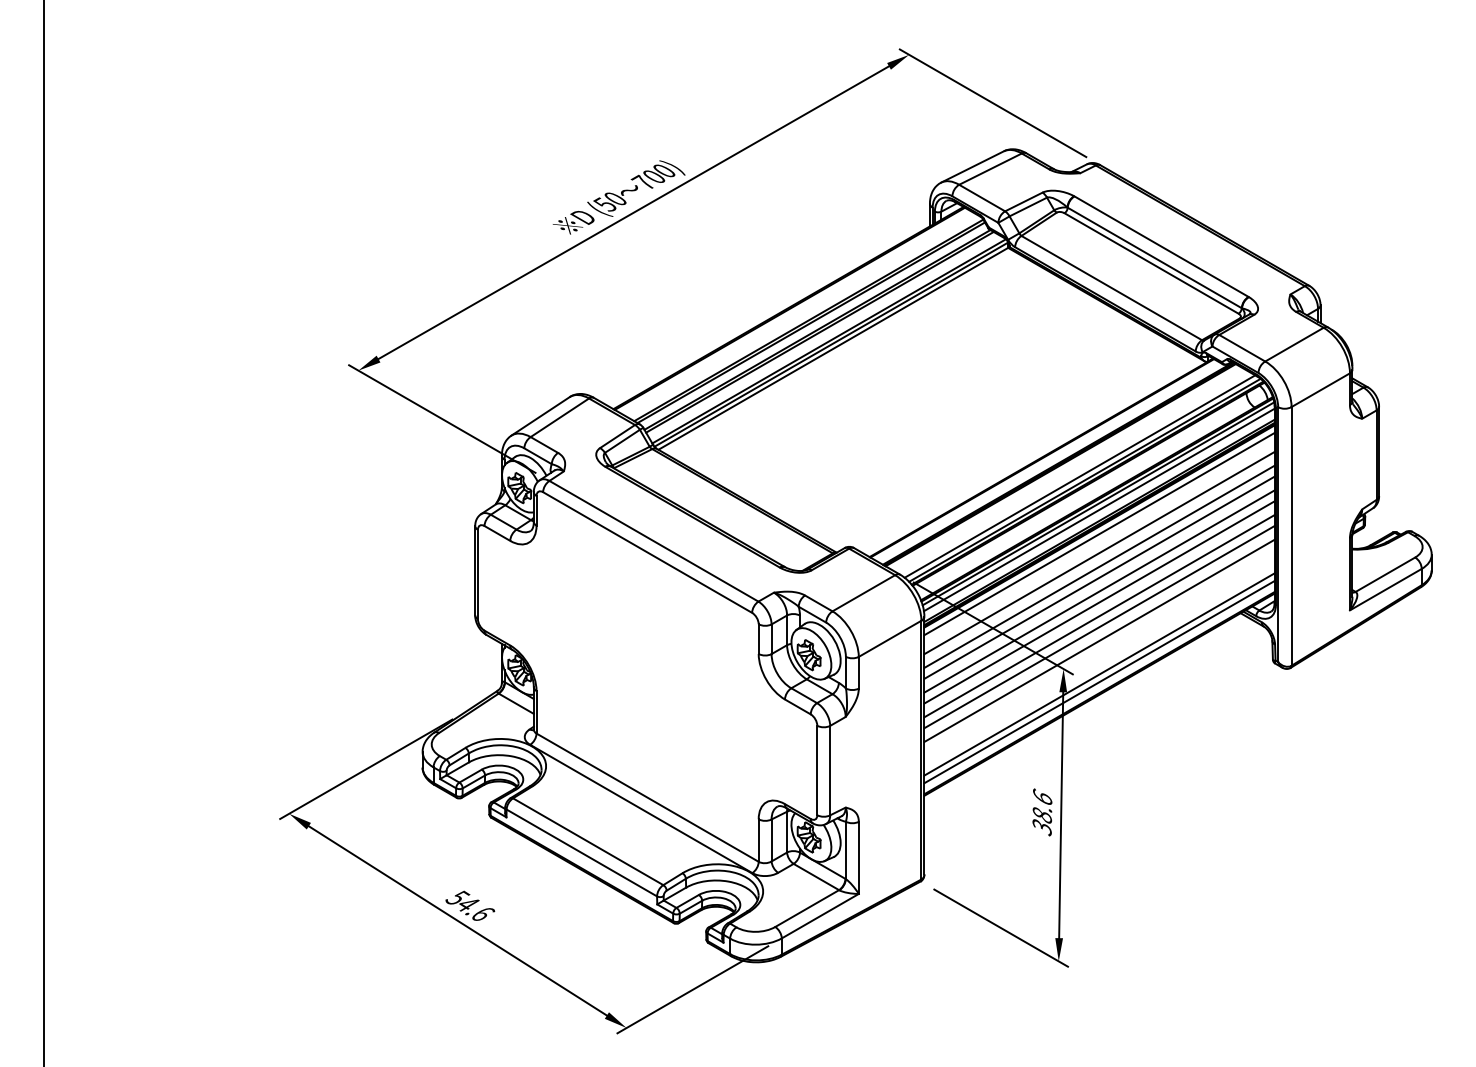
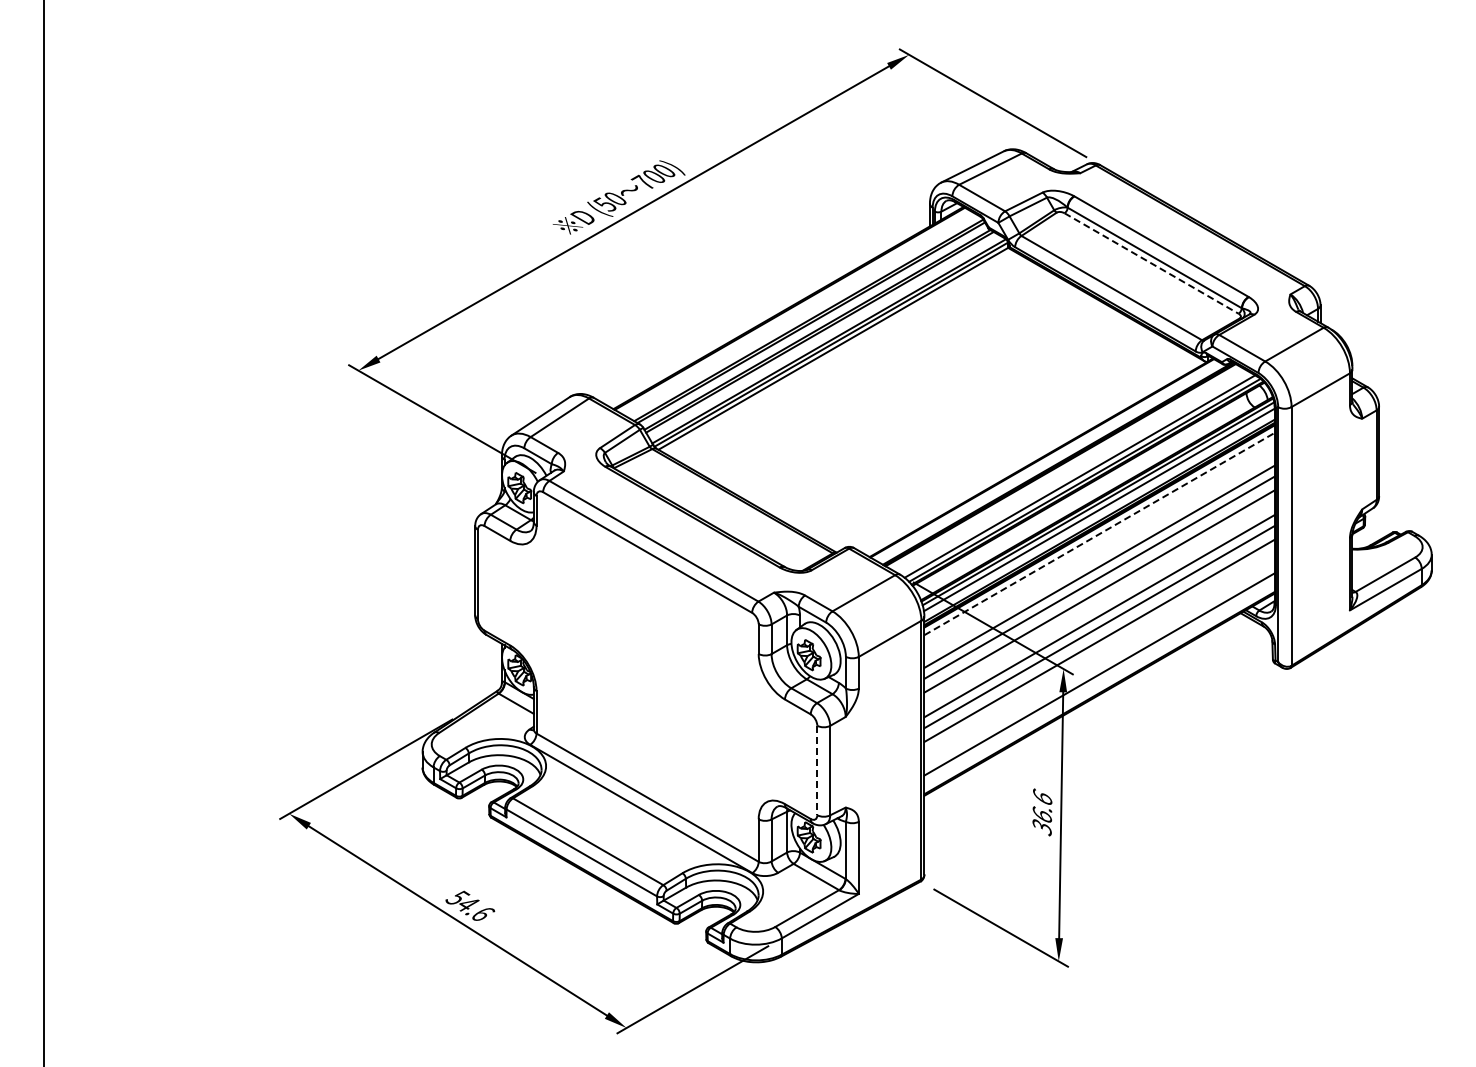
line at (1152, 263): solid -> dashed
line at (1099, 533): solid -> dashed
line at (1099, 553): present -> none
line at (1099, 602): present -> none
line at (1099, 682): present -> none
line at (817, 770): solid -> dashed
text at (1041, 814): 38.6 -> 36.6
